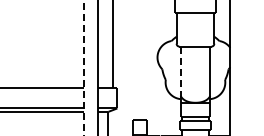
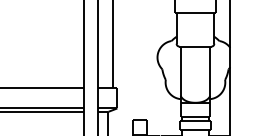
line at (84, 67): dashed -> solid
line at (180, 71): dashed -> solid
